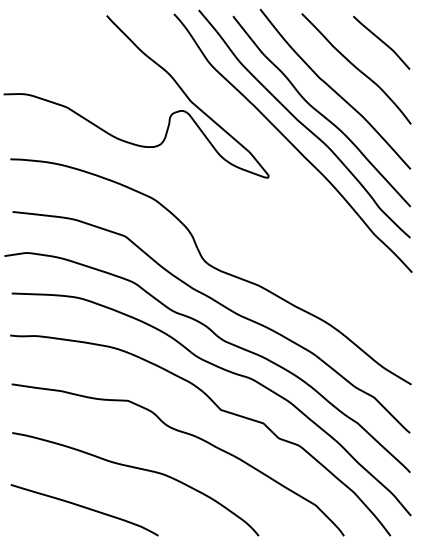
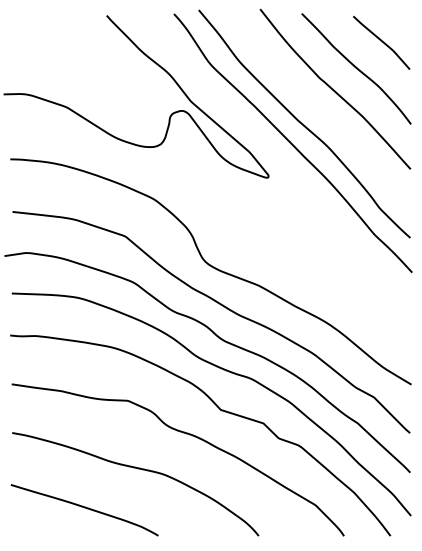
curve at (320, 112): present -> none
